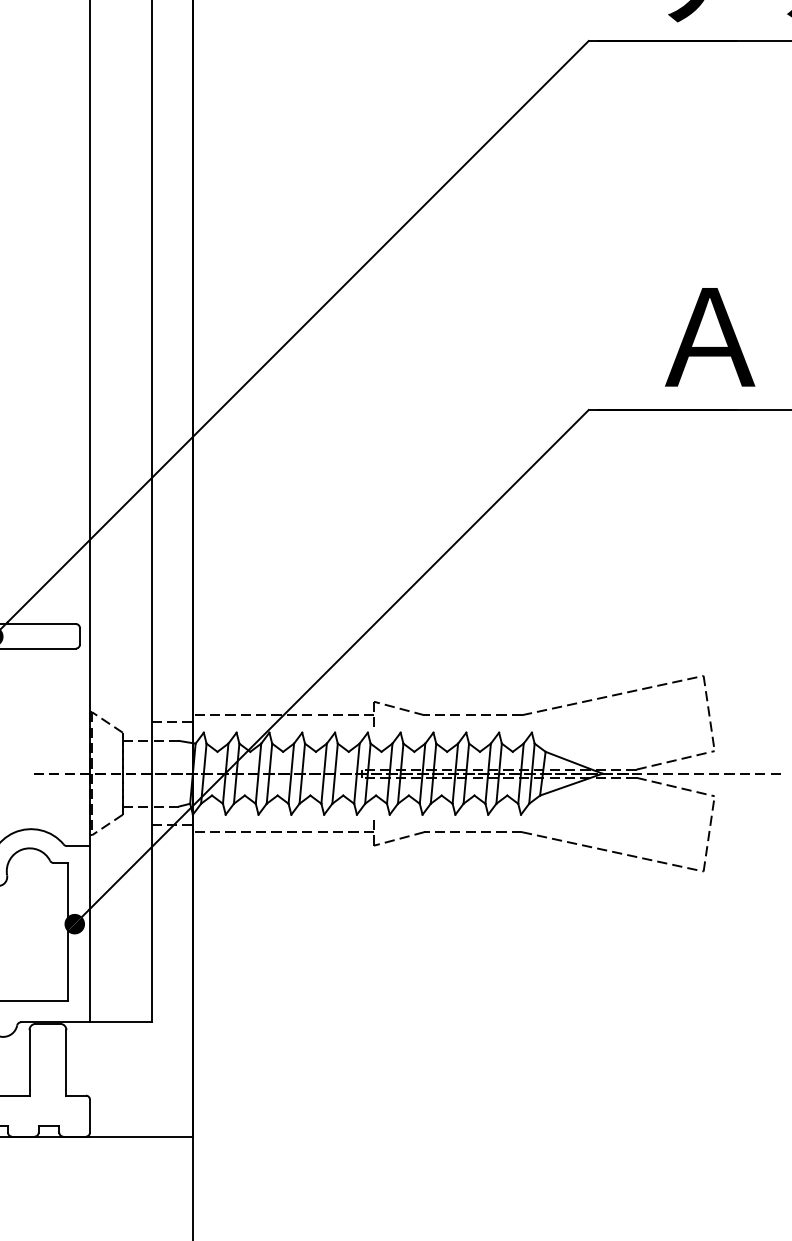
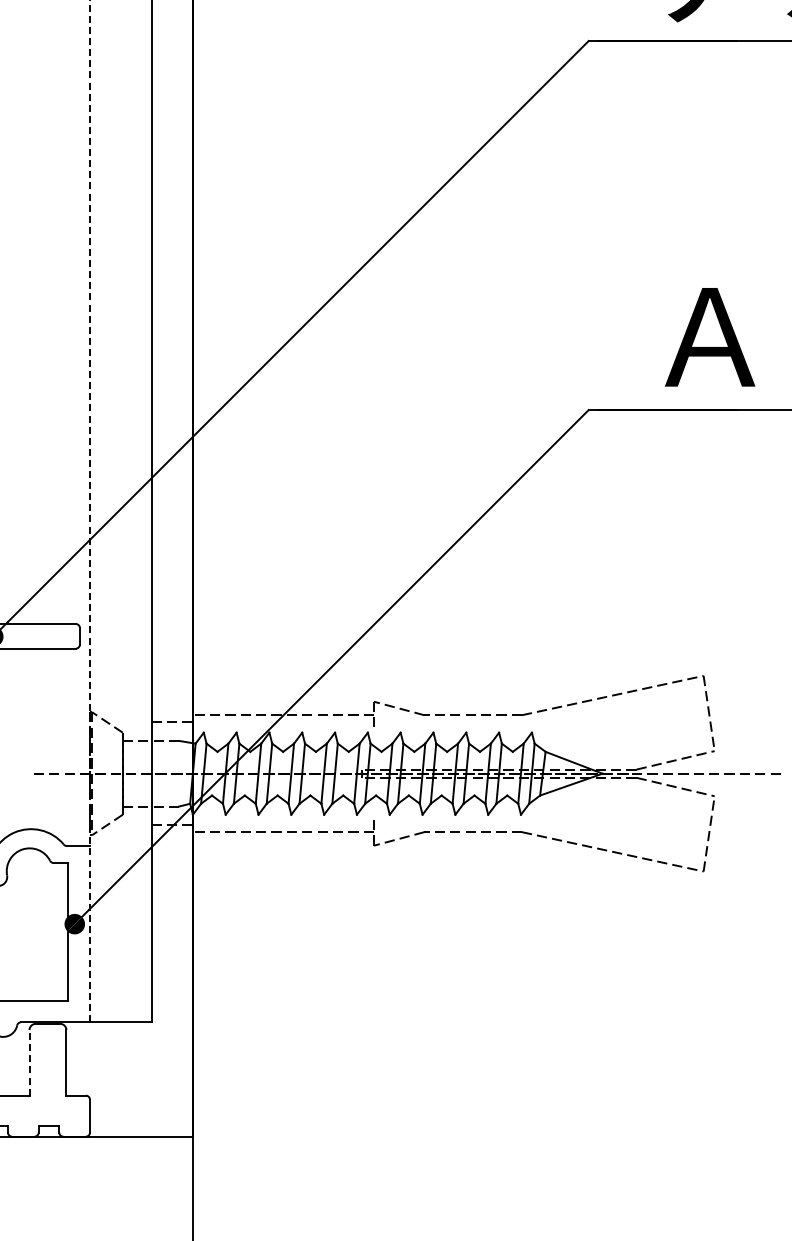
line at (89, 511): solid -> dashed
line at (29, 1062): solid -> dashed
